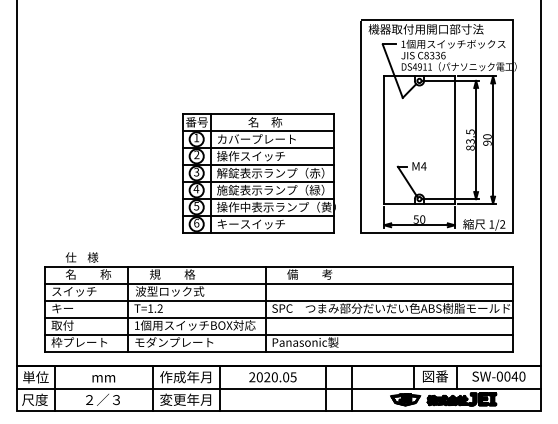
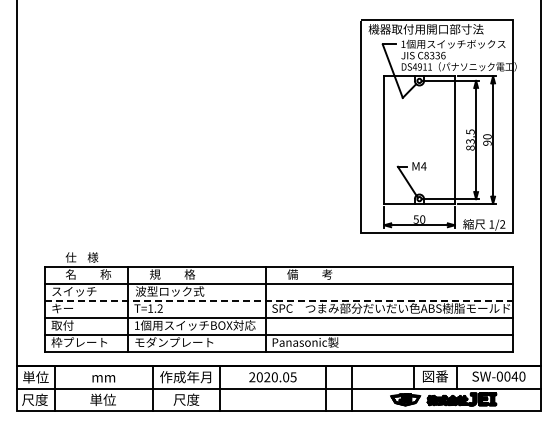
part at (258, 173): present -> none
line at (279, 300): solid -> dashed
text at (102, 399): ２／３ -> 単位
text at (185, 399): 変更年月 -> 尺度
